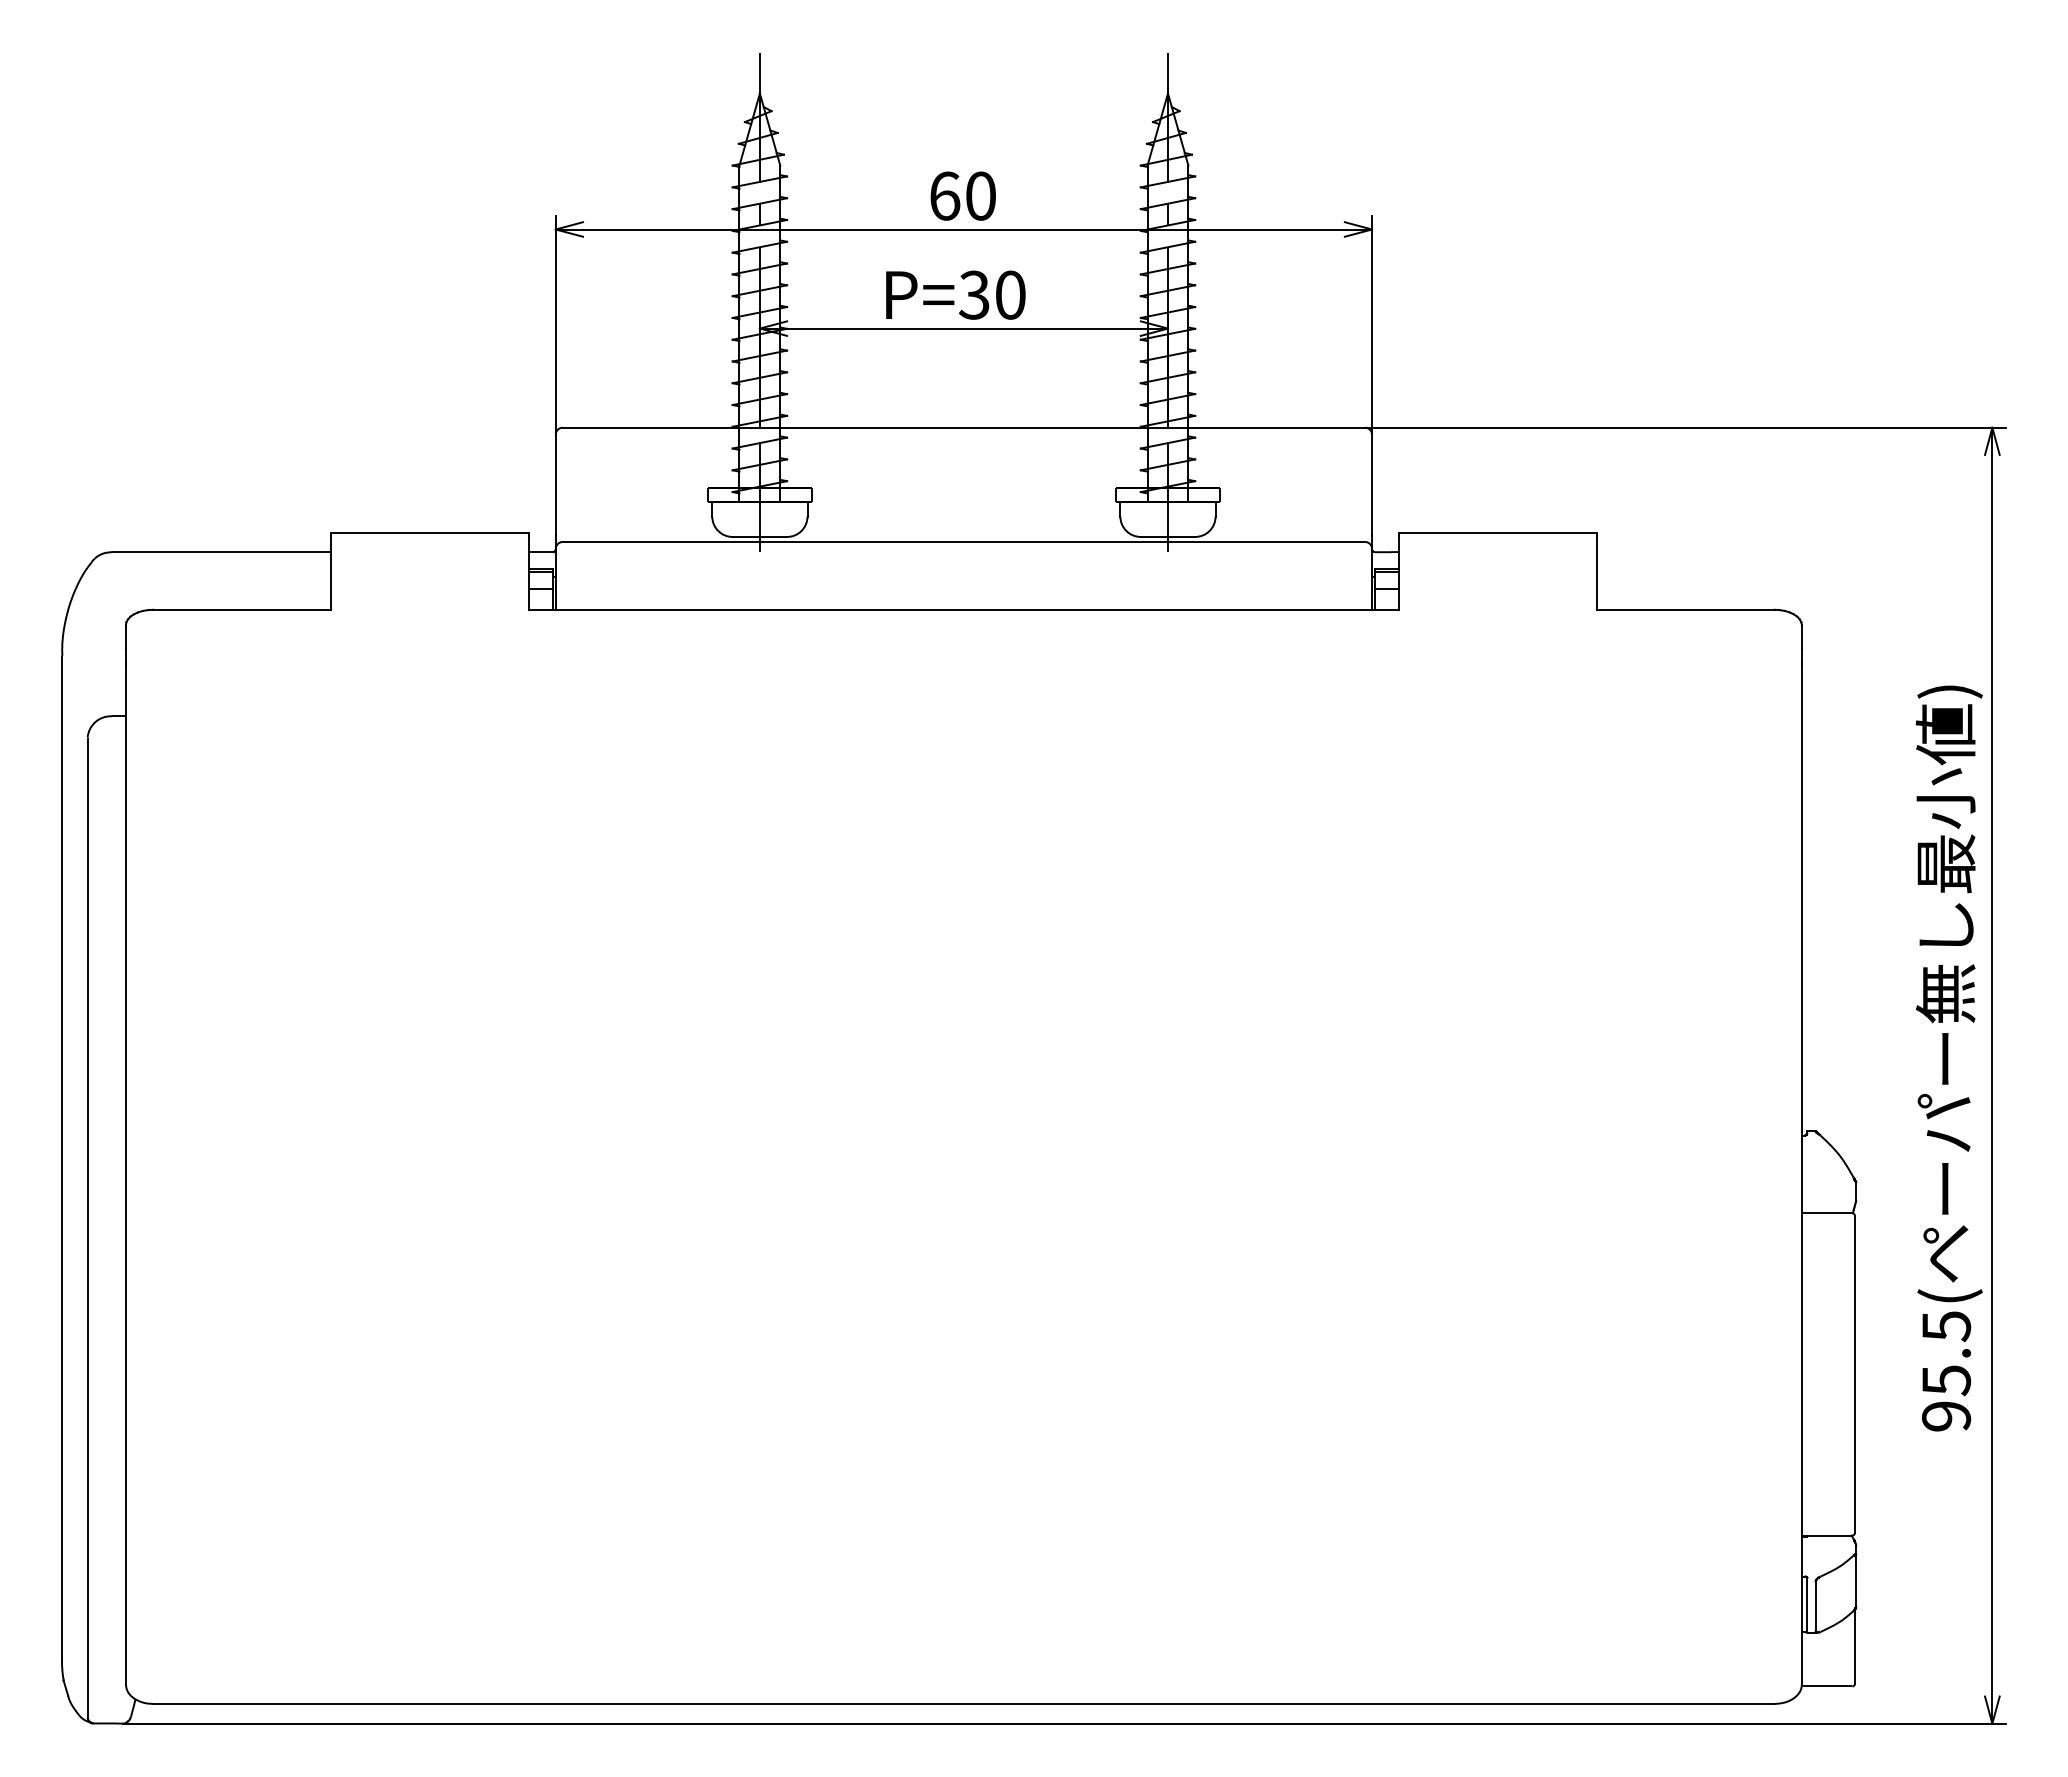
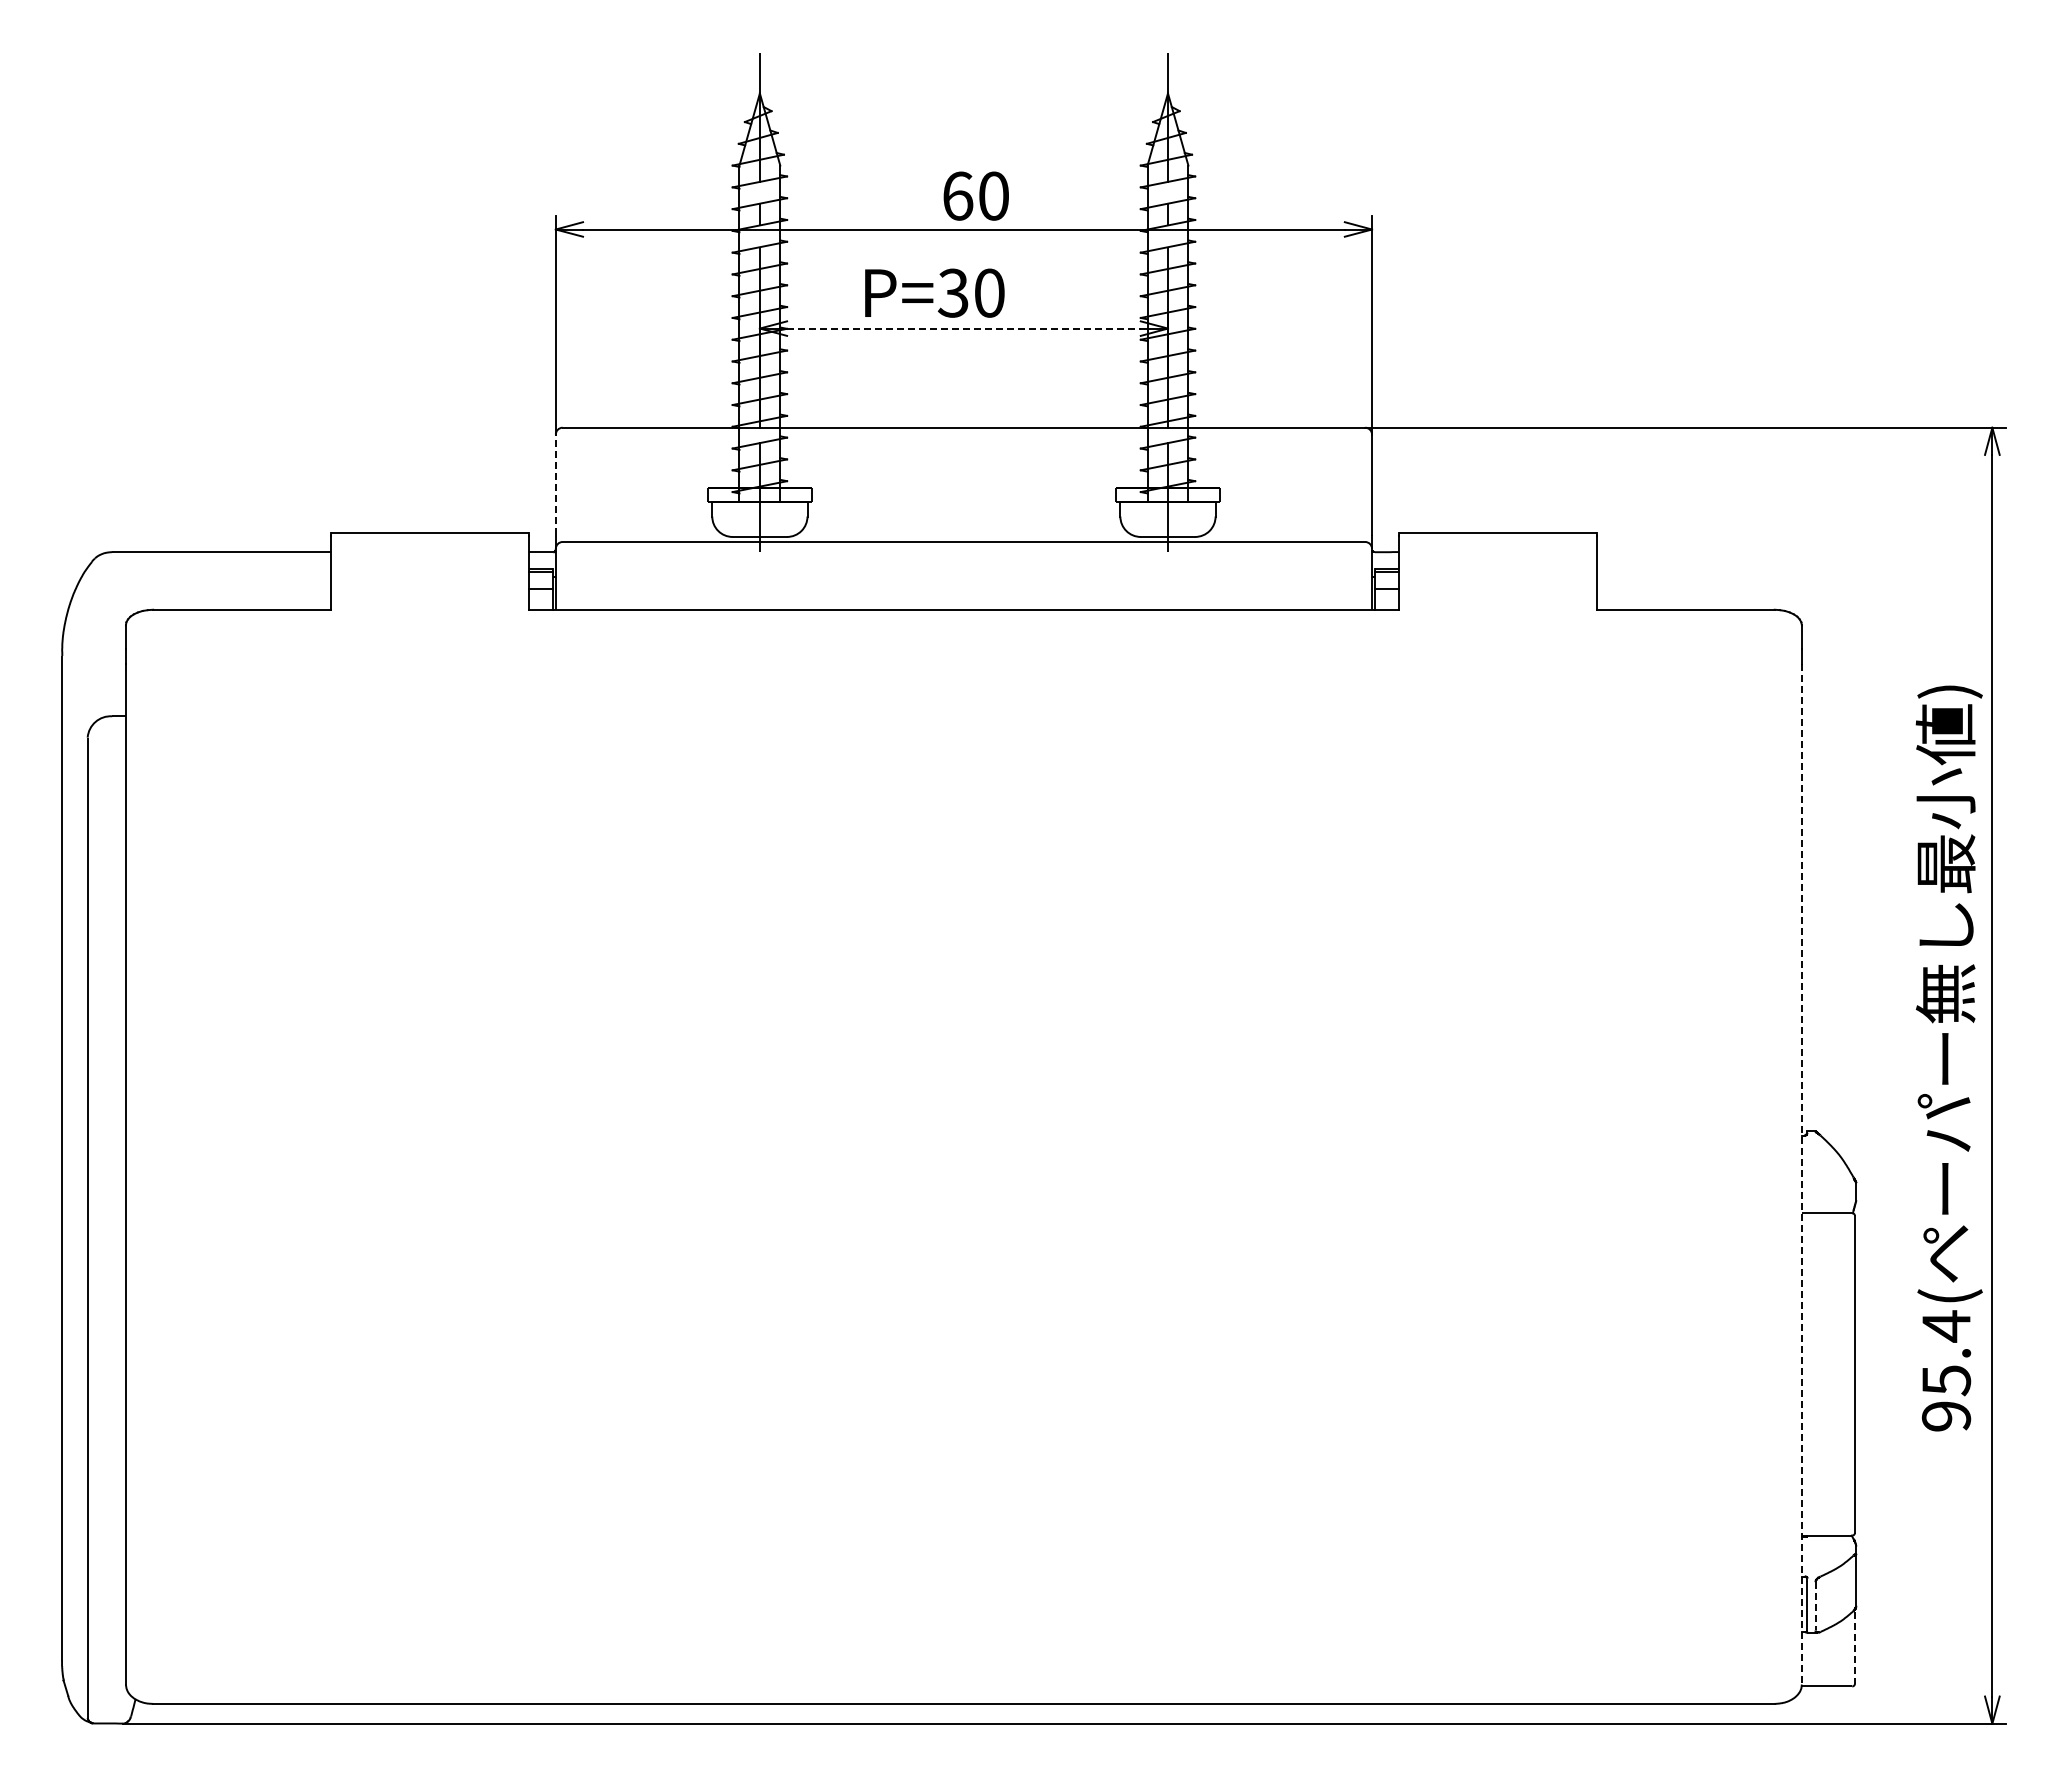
text at (962, 195) position: (962, 195) -> (975, 195)
text at (955, 294) position: (955, 294) -> (934, 292)
line at (963, 328): solid -> dashed
line at (555, 484): solid -> dashed
line at (1801, 1175): solid -> dashed
text at (1946, 1326): 95.5( -> 95.4(
line at (1815, 1606): solid -> dashed
line at (1854, 1647): solid -> dashed
